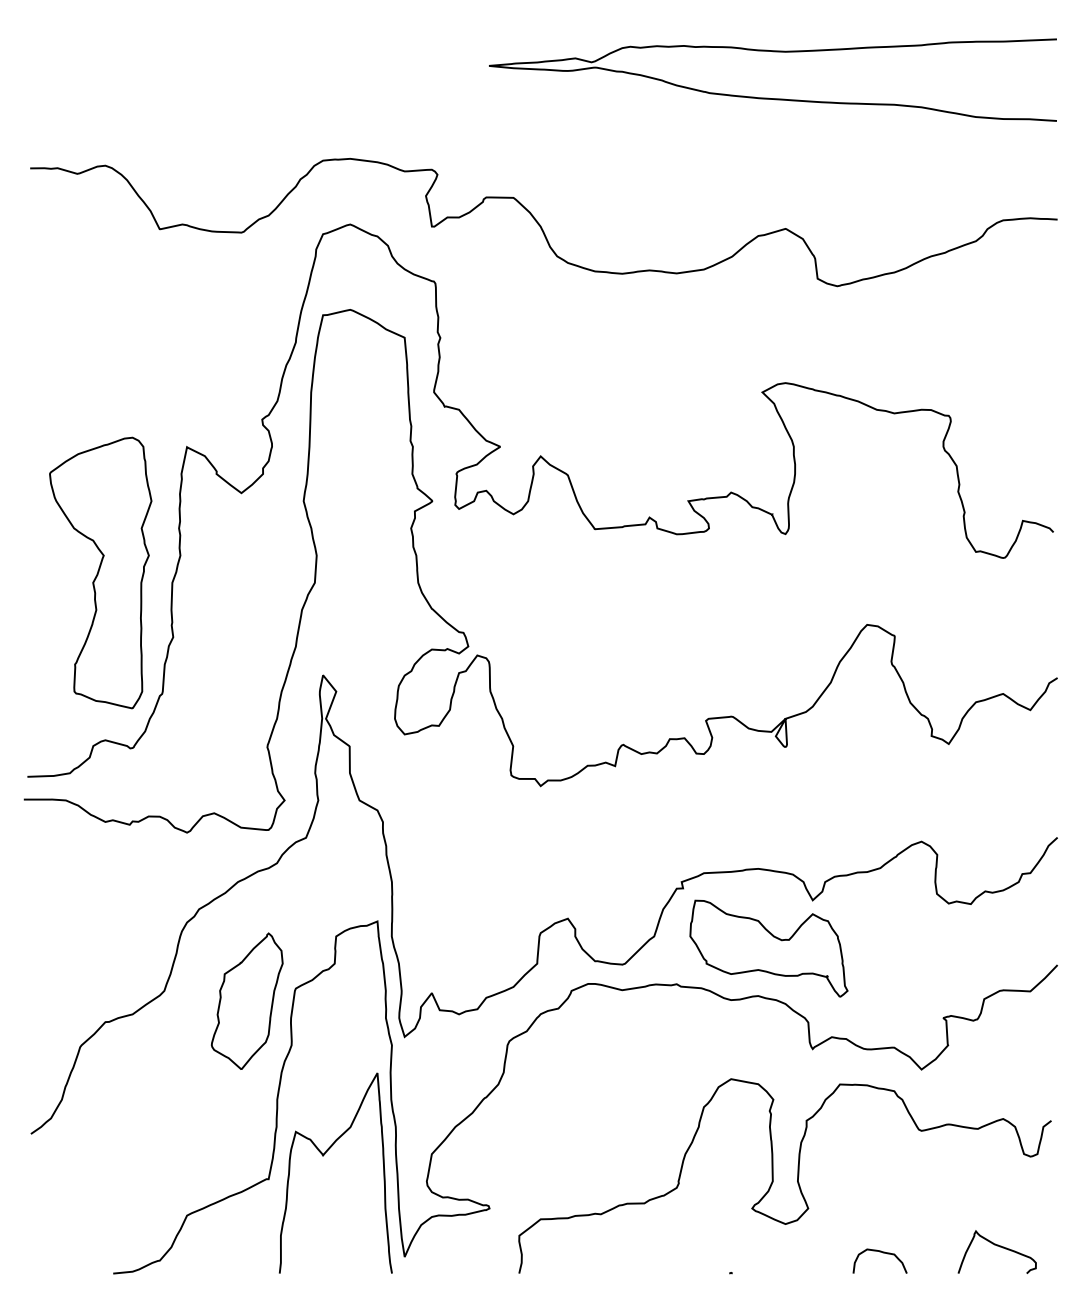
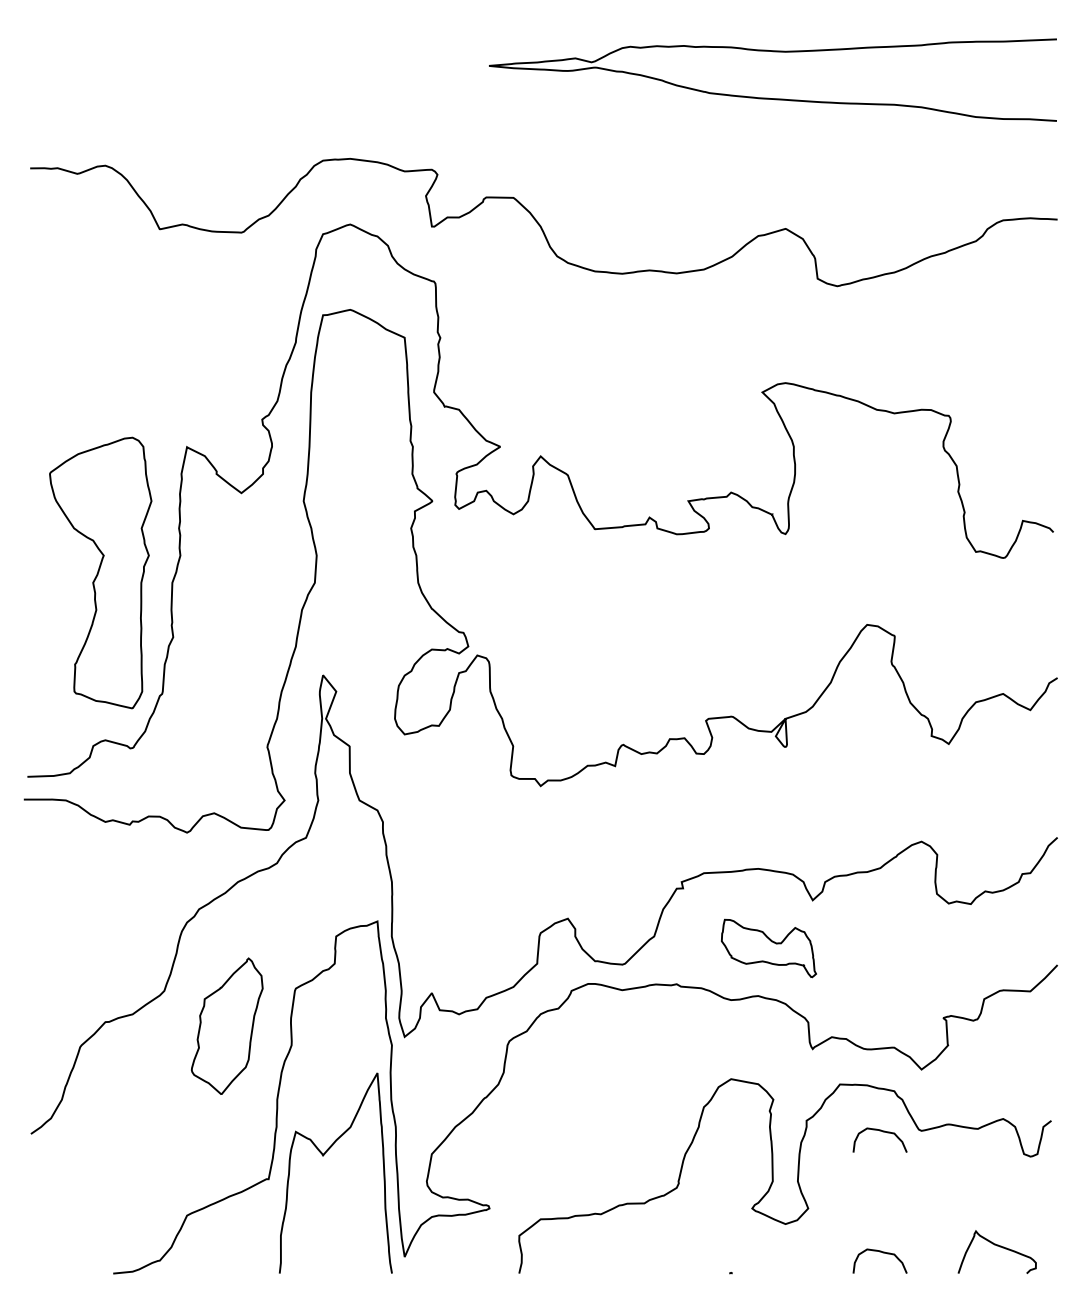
part at (768, 948) size: 160x99 px -> 96x61 px
part at (247, 1000) position: (247, 1000) -> (227, 1025)
curve at (882, 1132): none -> present
